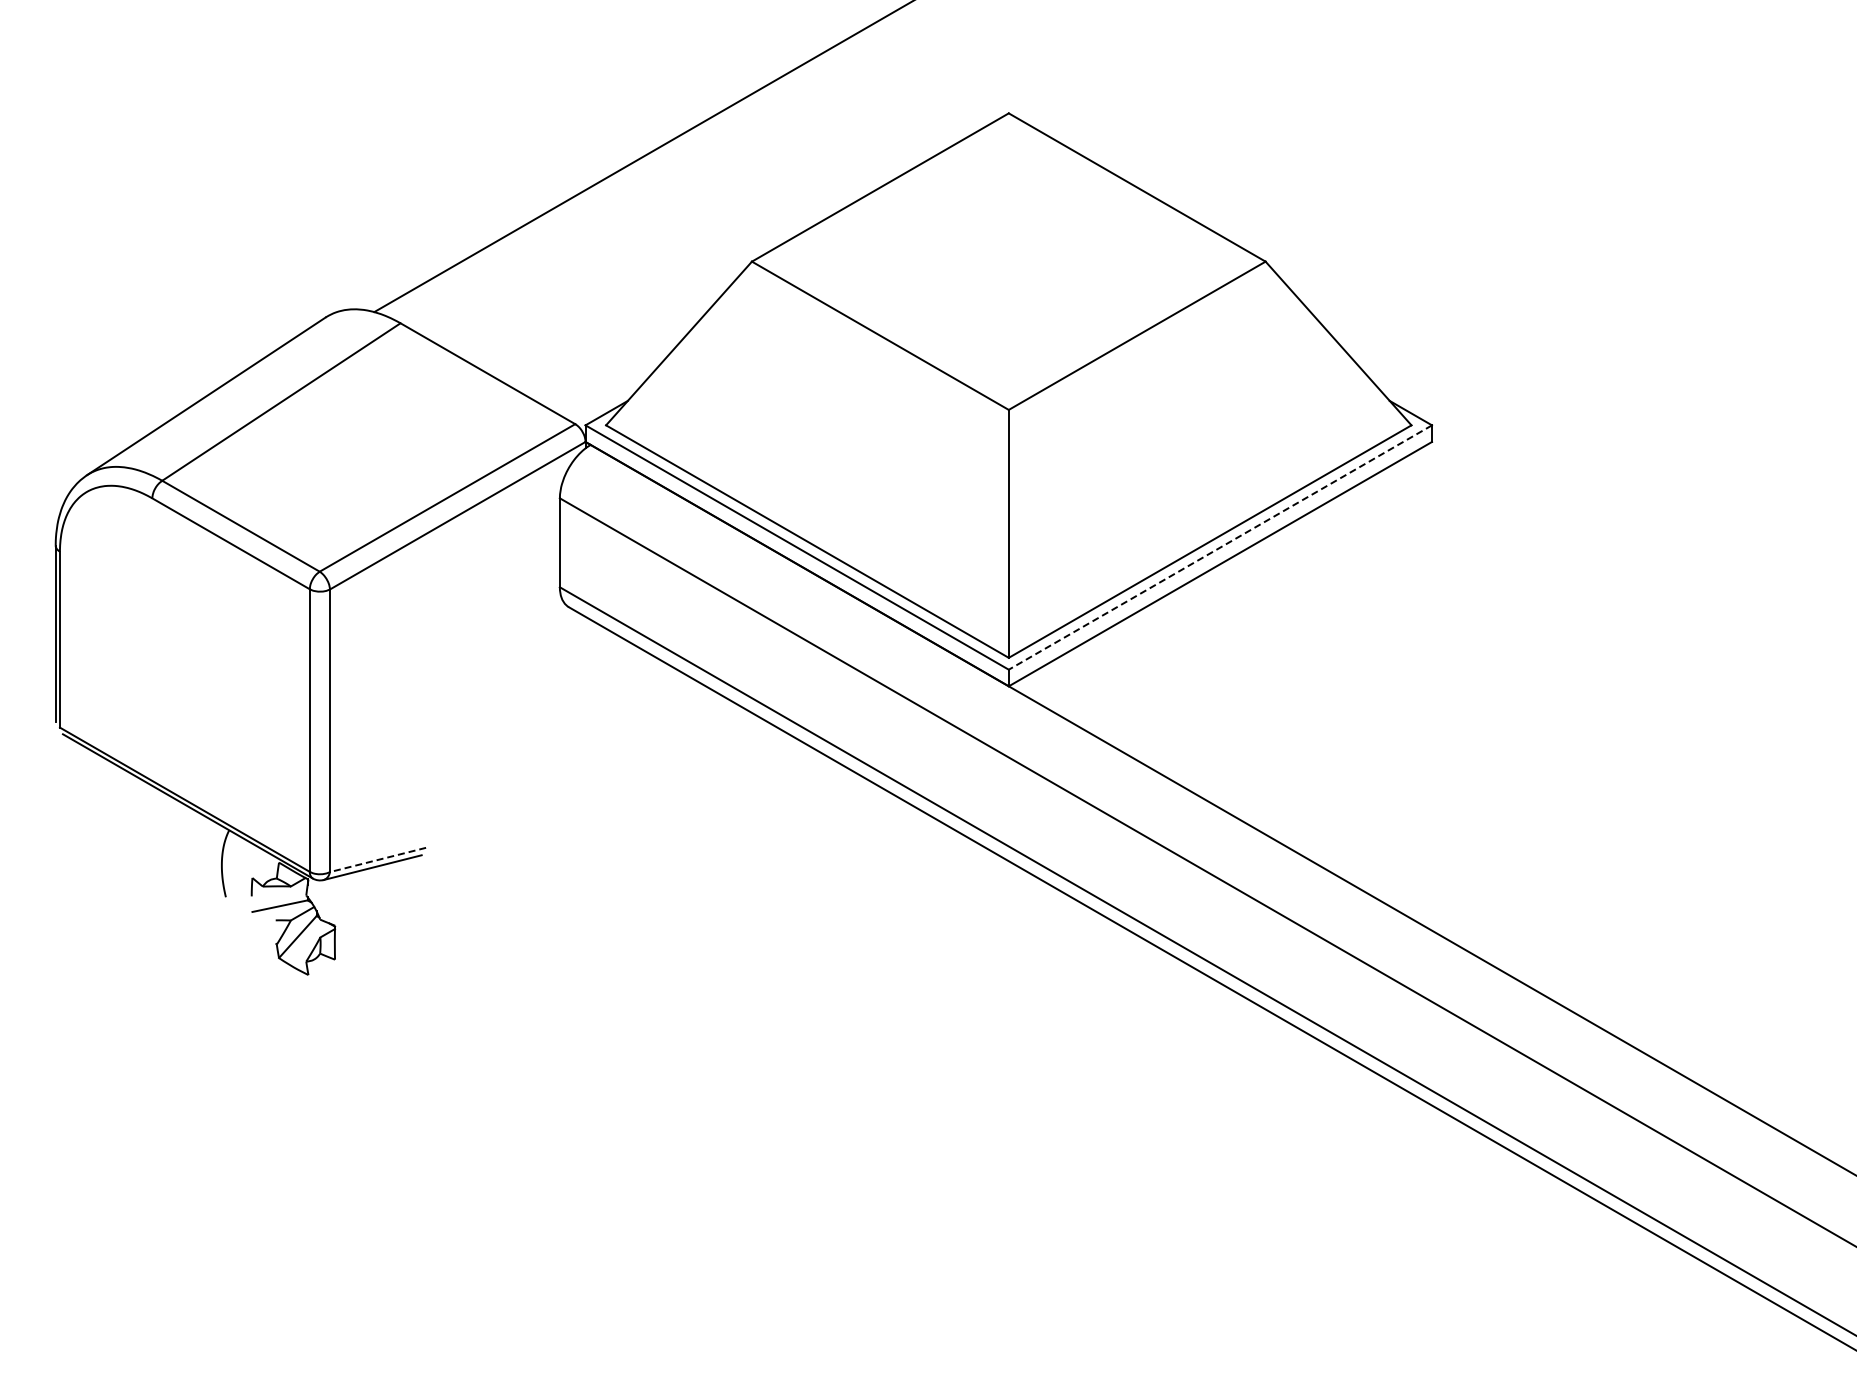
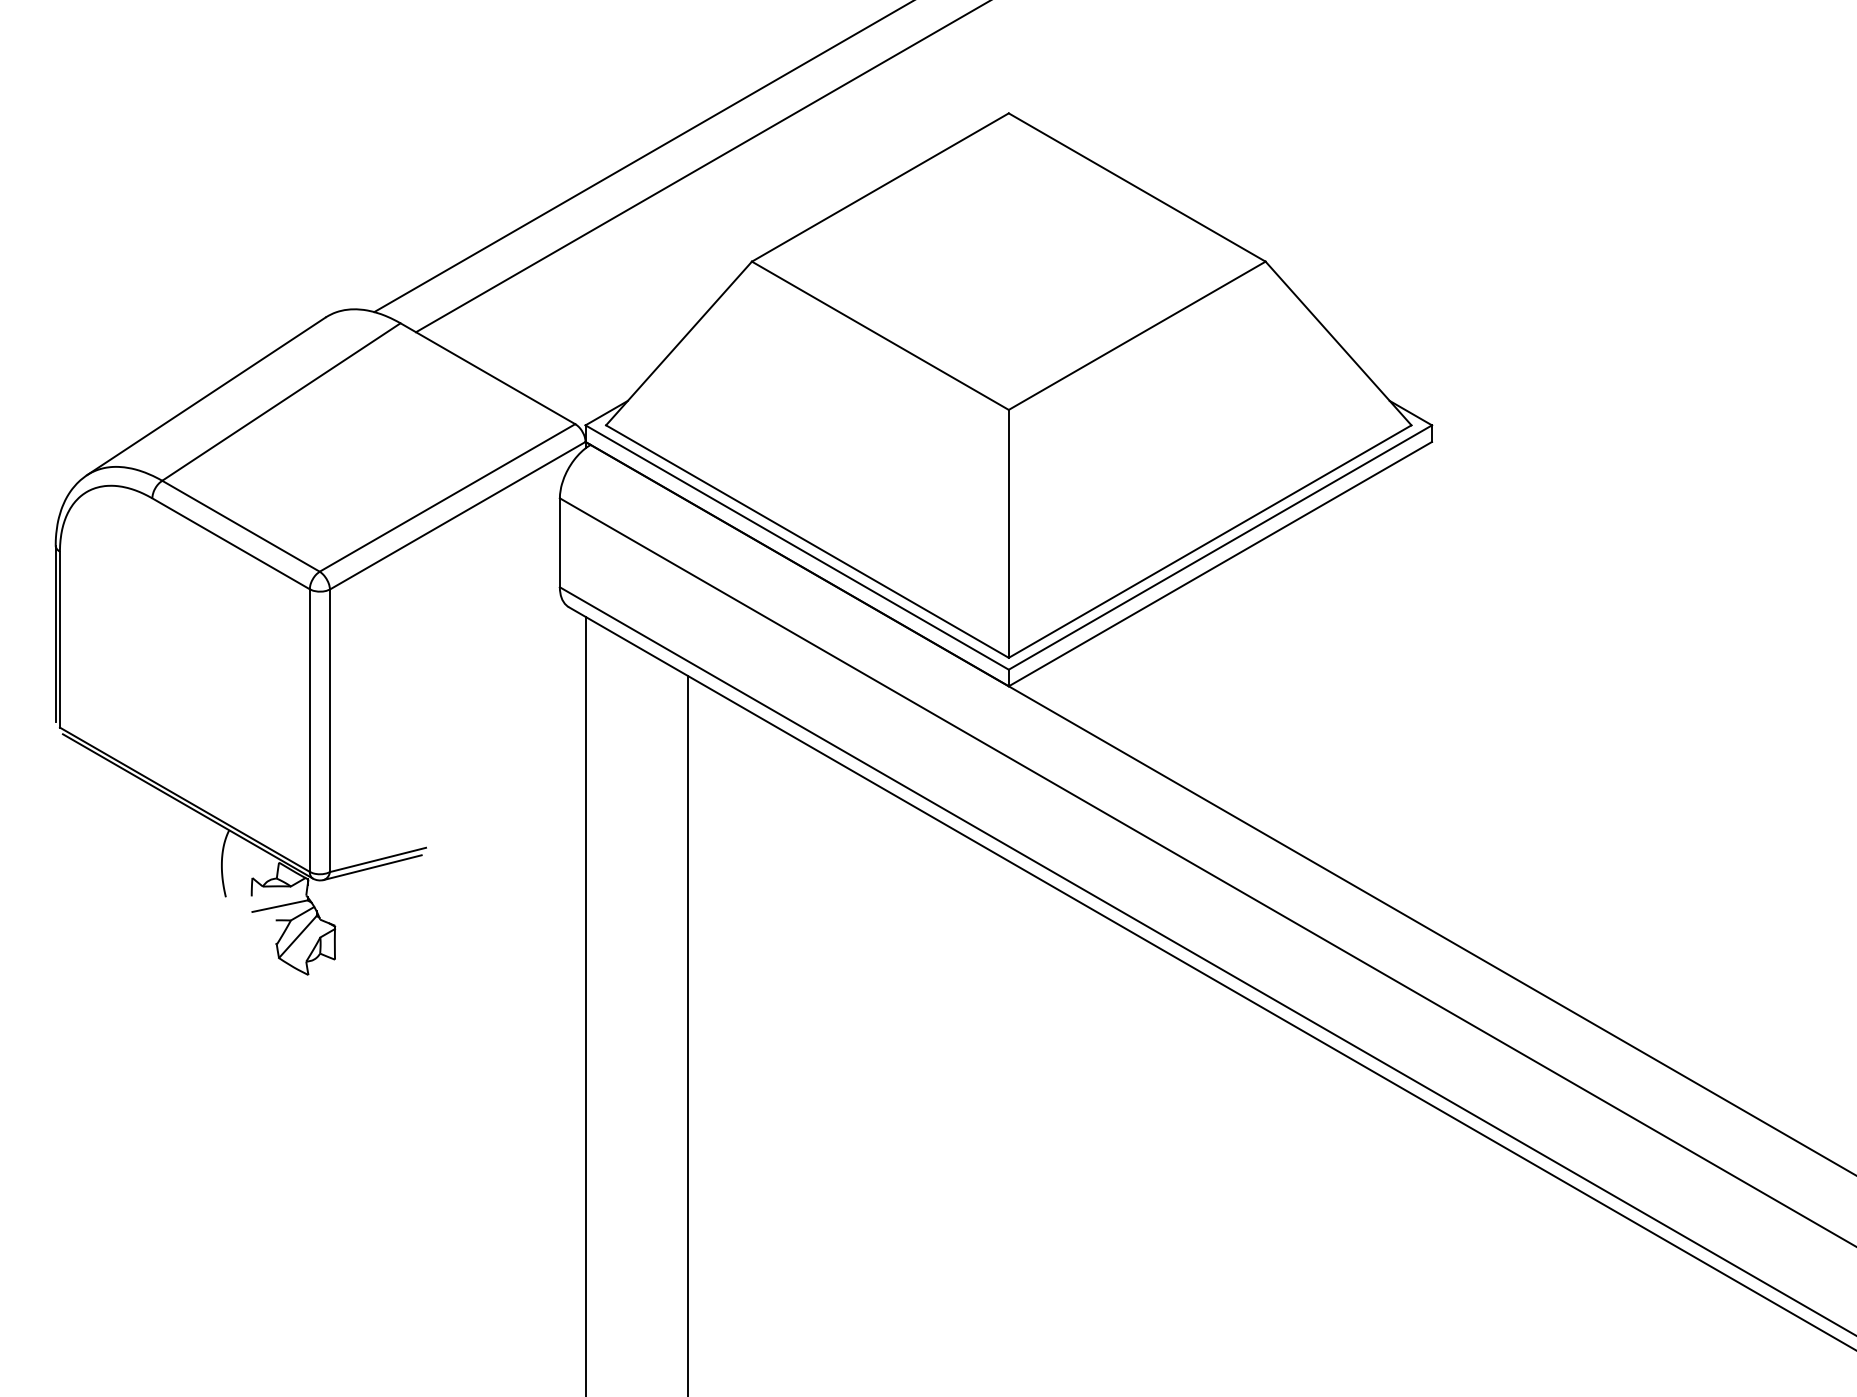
line at (701, 167): none -> present
line at (1219, 547): dashed -> solid
line at (378, 859): dashed -> solid
line at (585, 1004): none -> present
line at (688, 1034): none -> present
